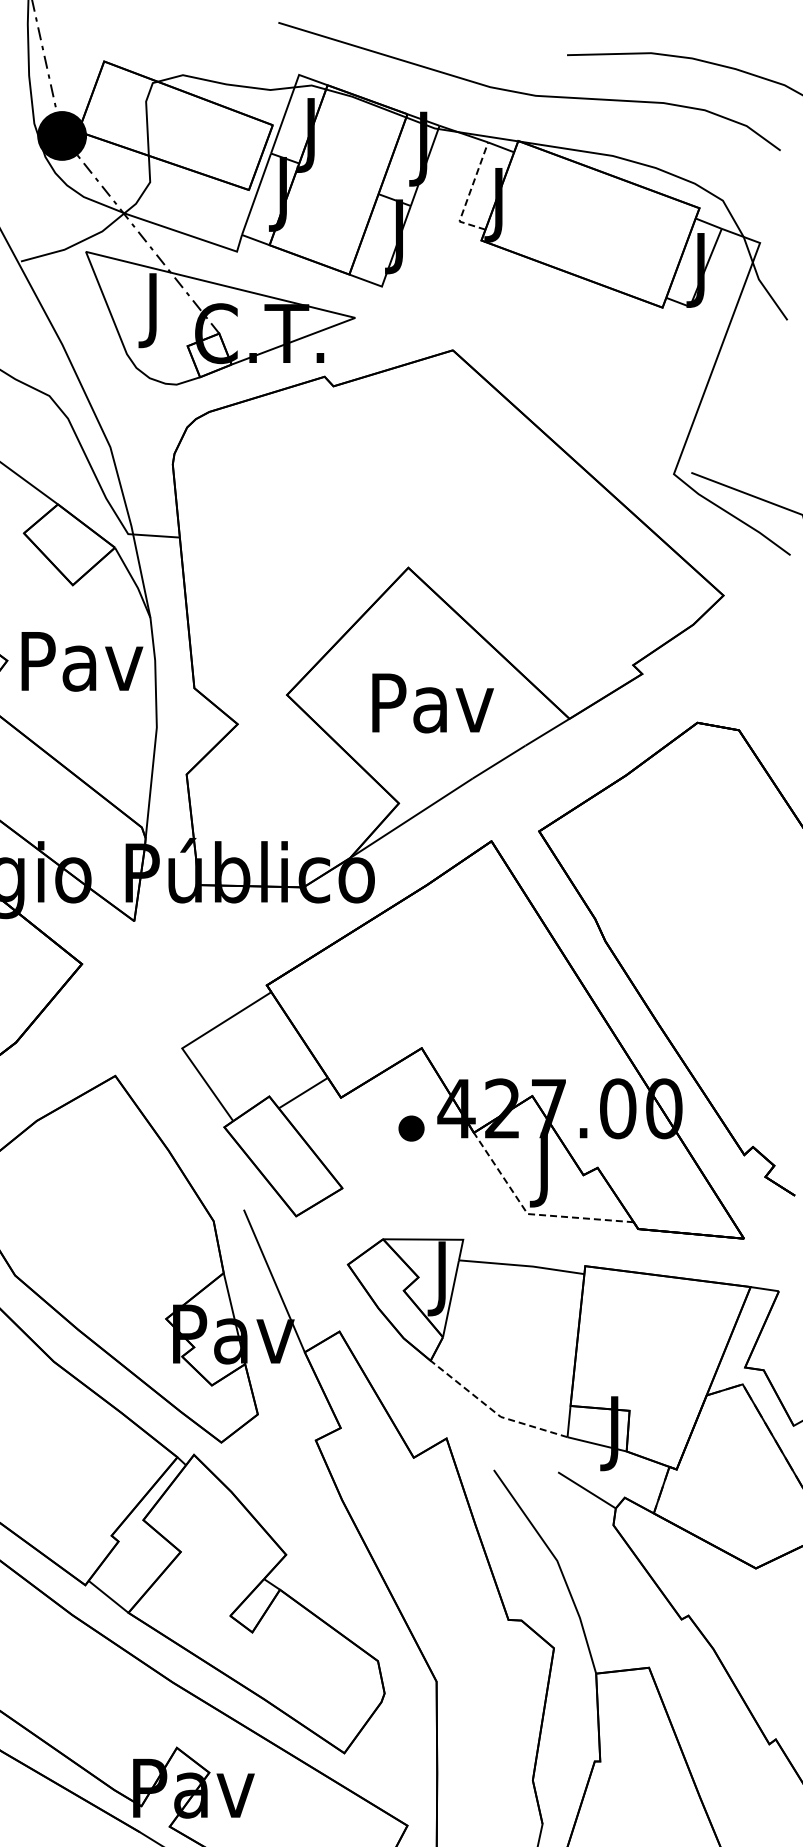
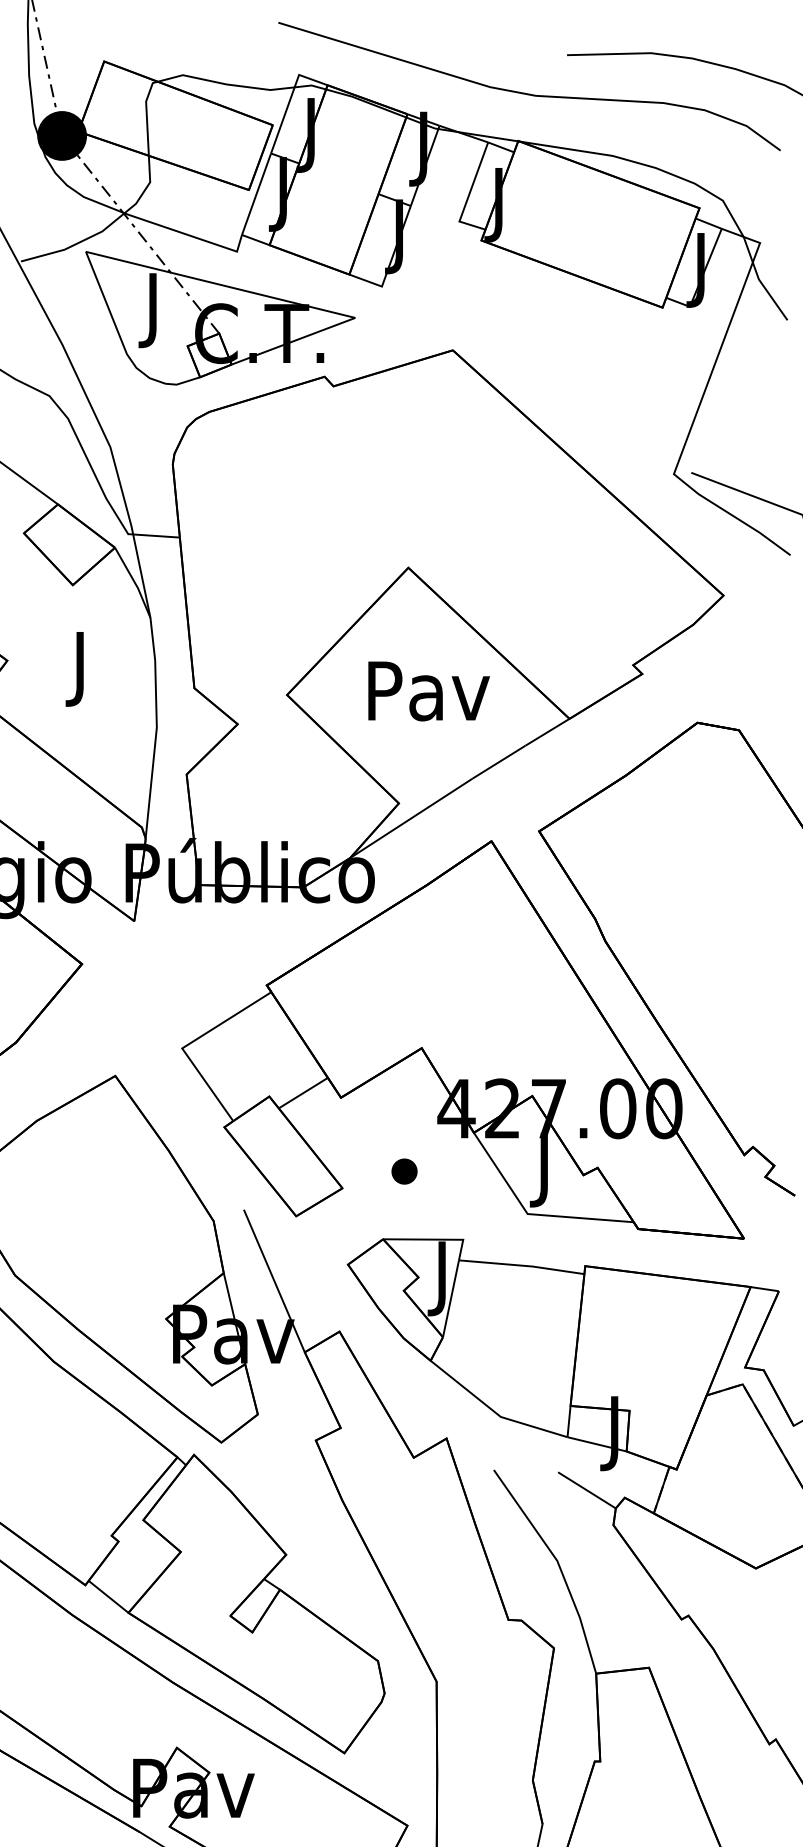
line at (468, 195): dashed -> solid
text at (82, 669): Pav -> J
text at (432, 703) position: (432, 703) -> (428, 691)
part at (411, 1128) position: (411, 1128) -> (404, 1171)
line at (531, 1214): dashed -> solid
line at (493, 1410): dashed -> solid
